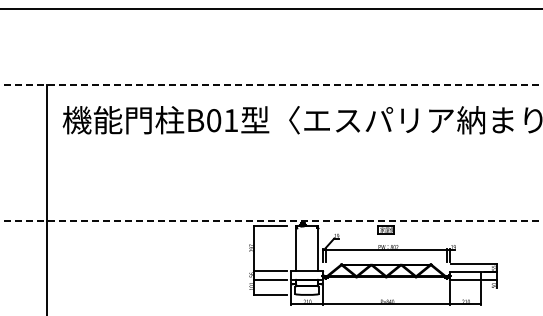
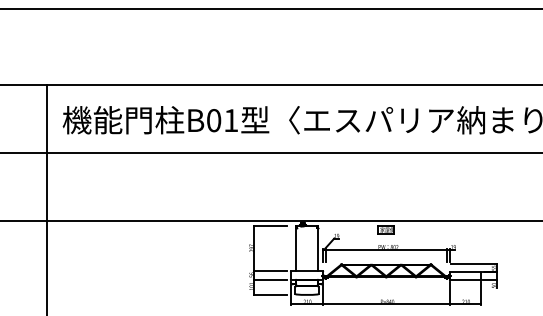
line at (271, 84): dashed -> solid
line at (270, 152): none -> present
line at (271, 220): dashed -> solid
